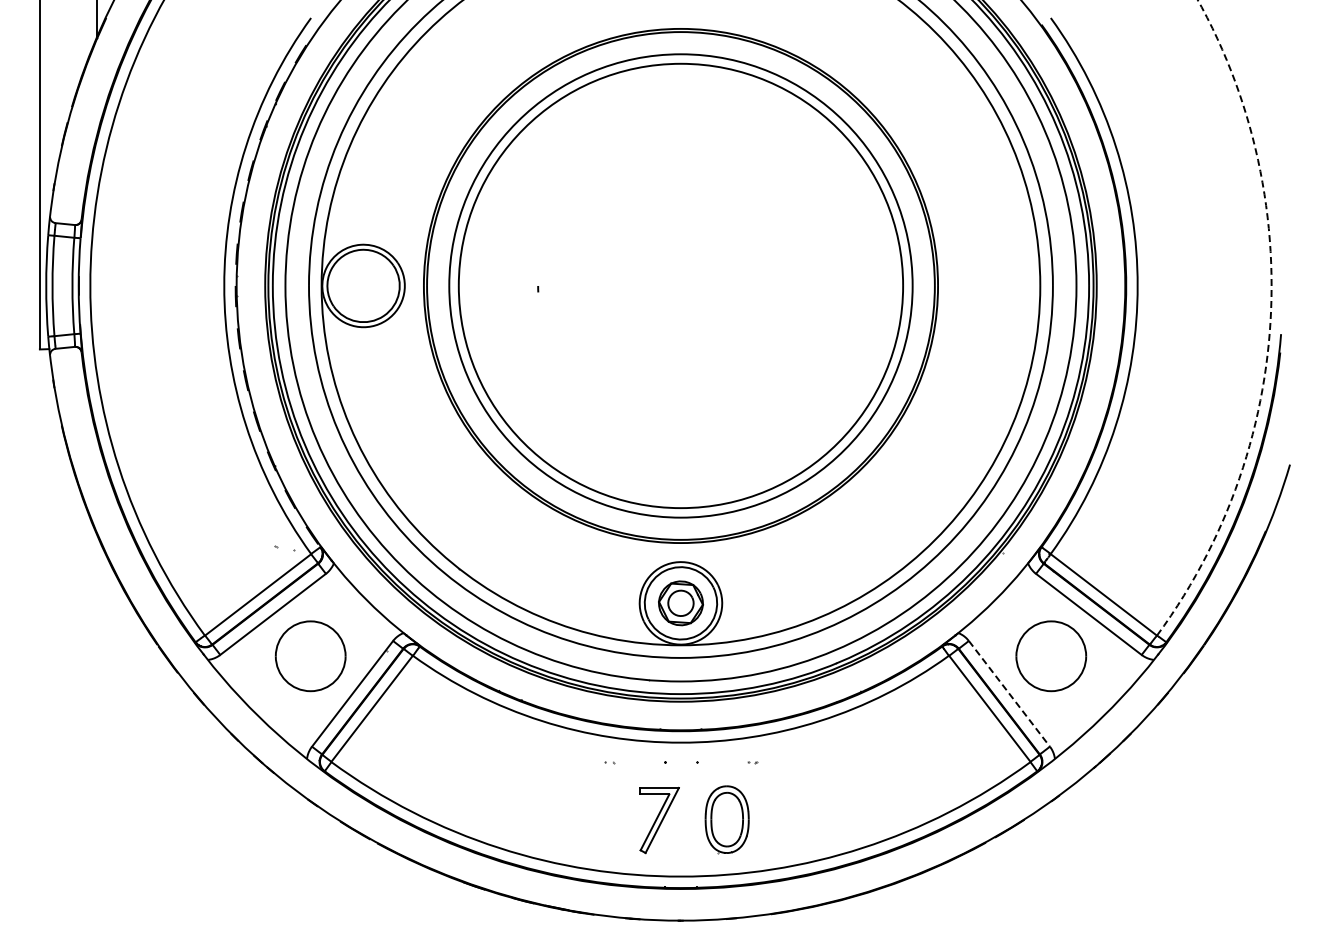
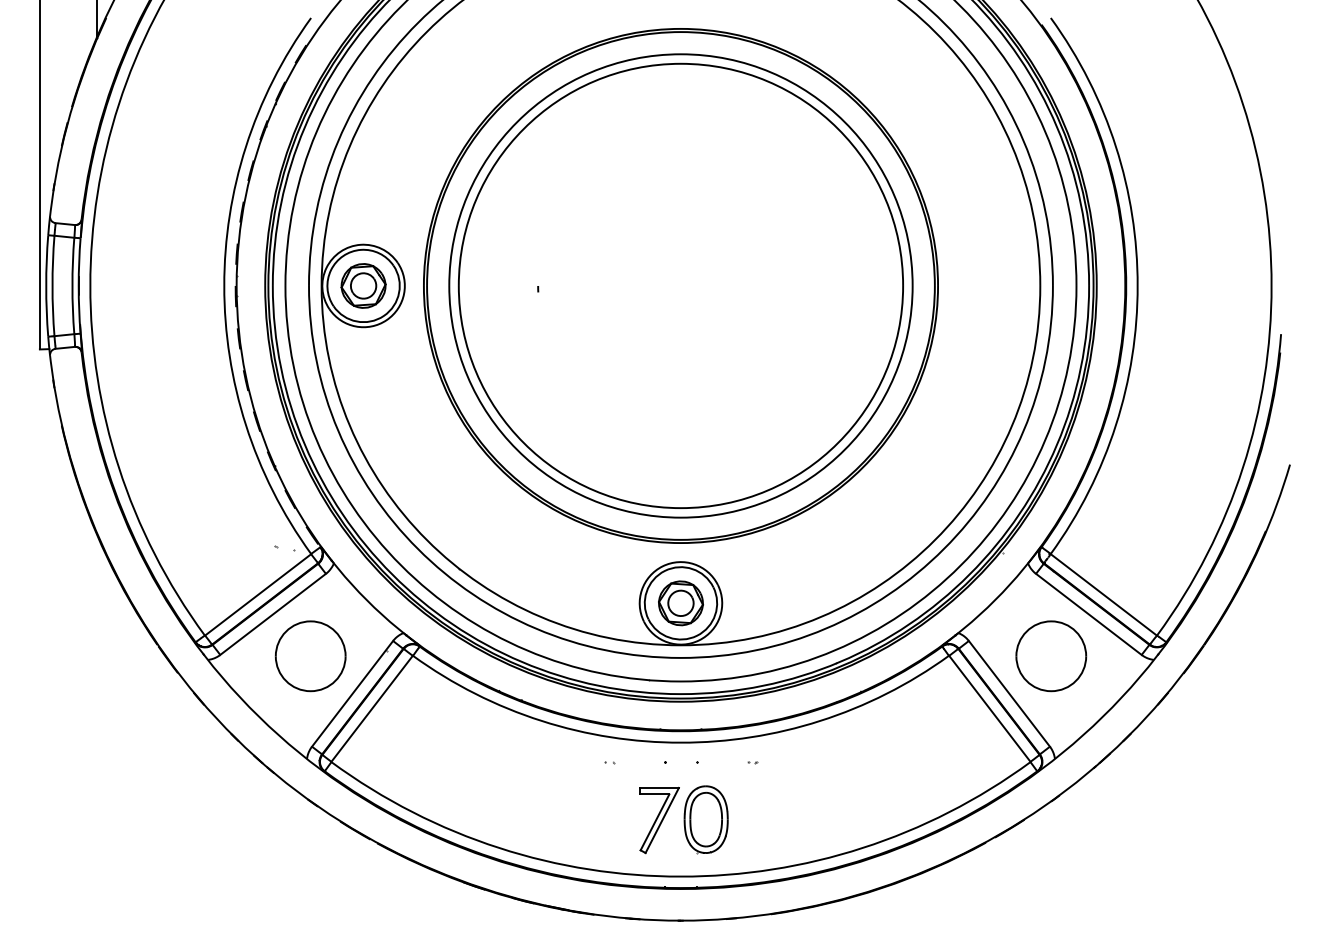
part at (363, 285): none -> present
arc at (1270, 322): dashed -> solid
line at (1009, 693): dashed -> solid
part at (726, 819) position: (726, 819) -> (705, 819)
